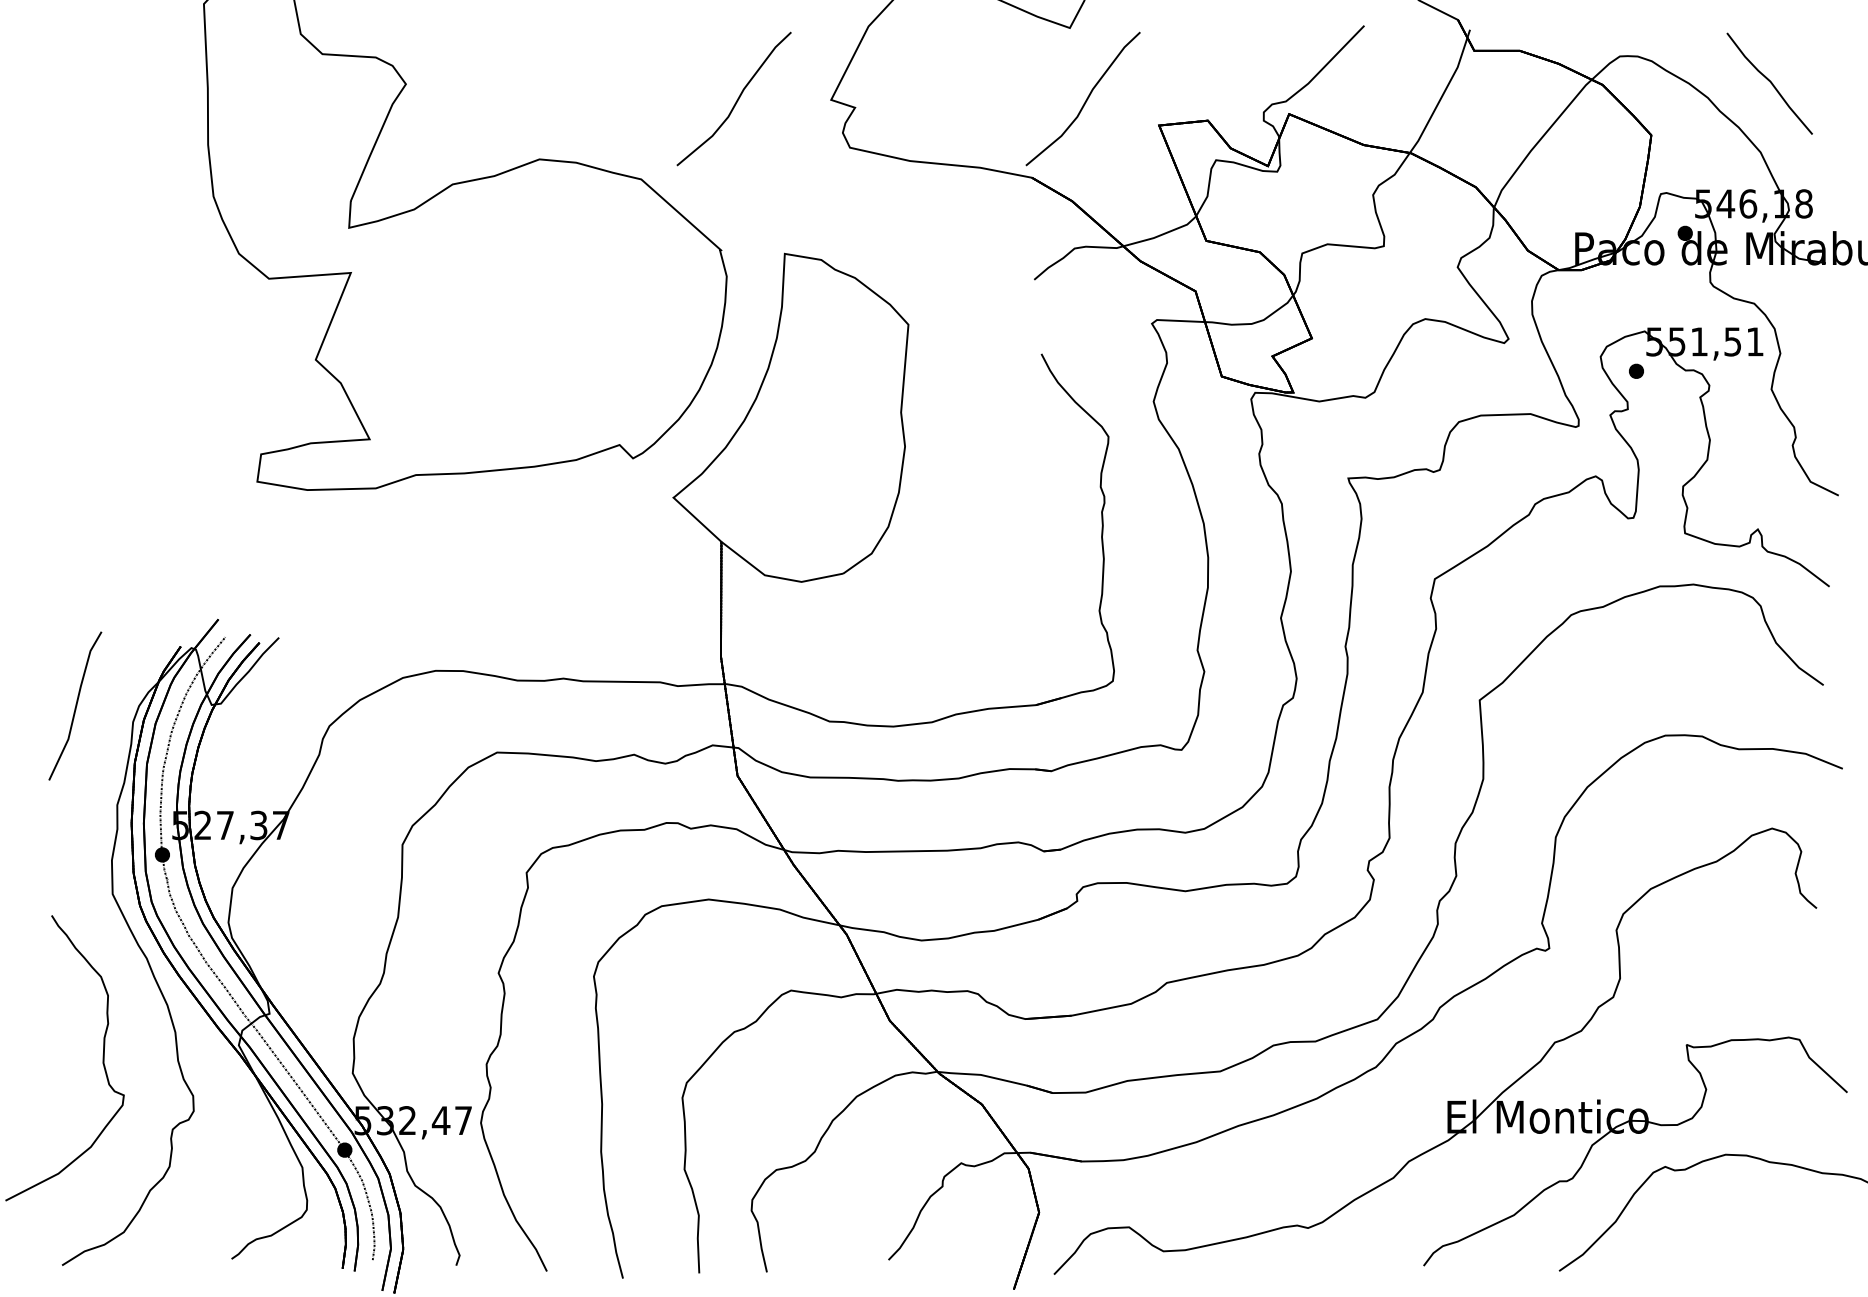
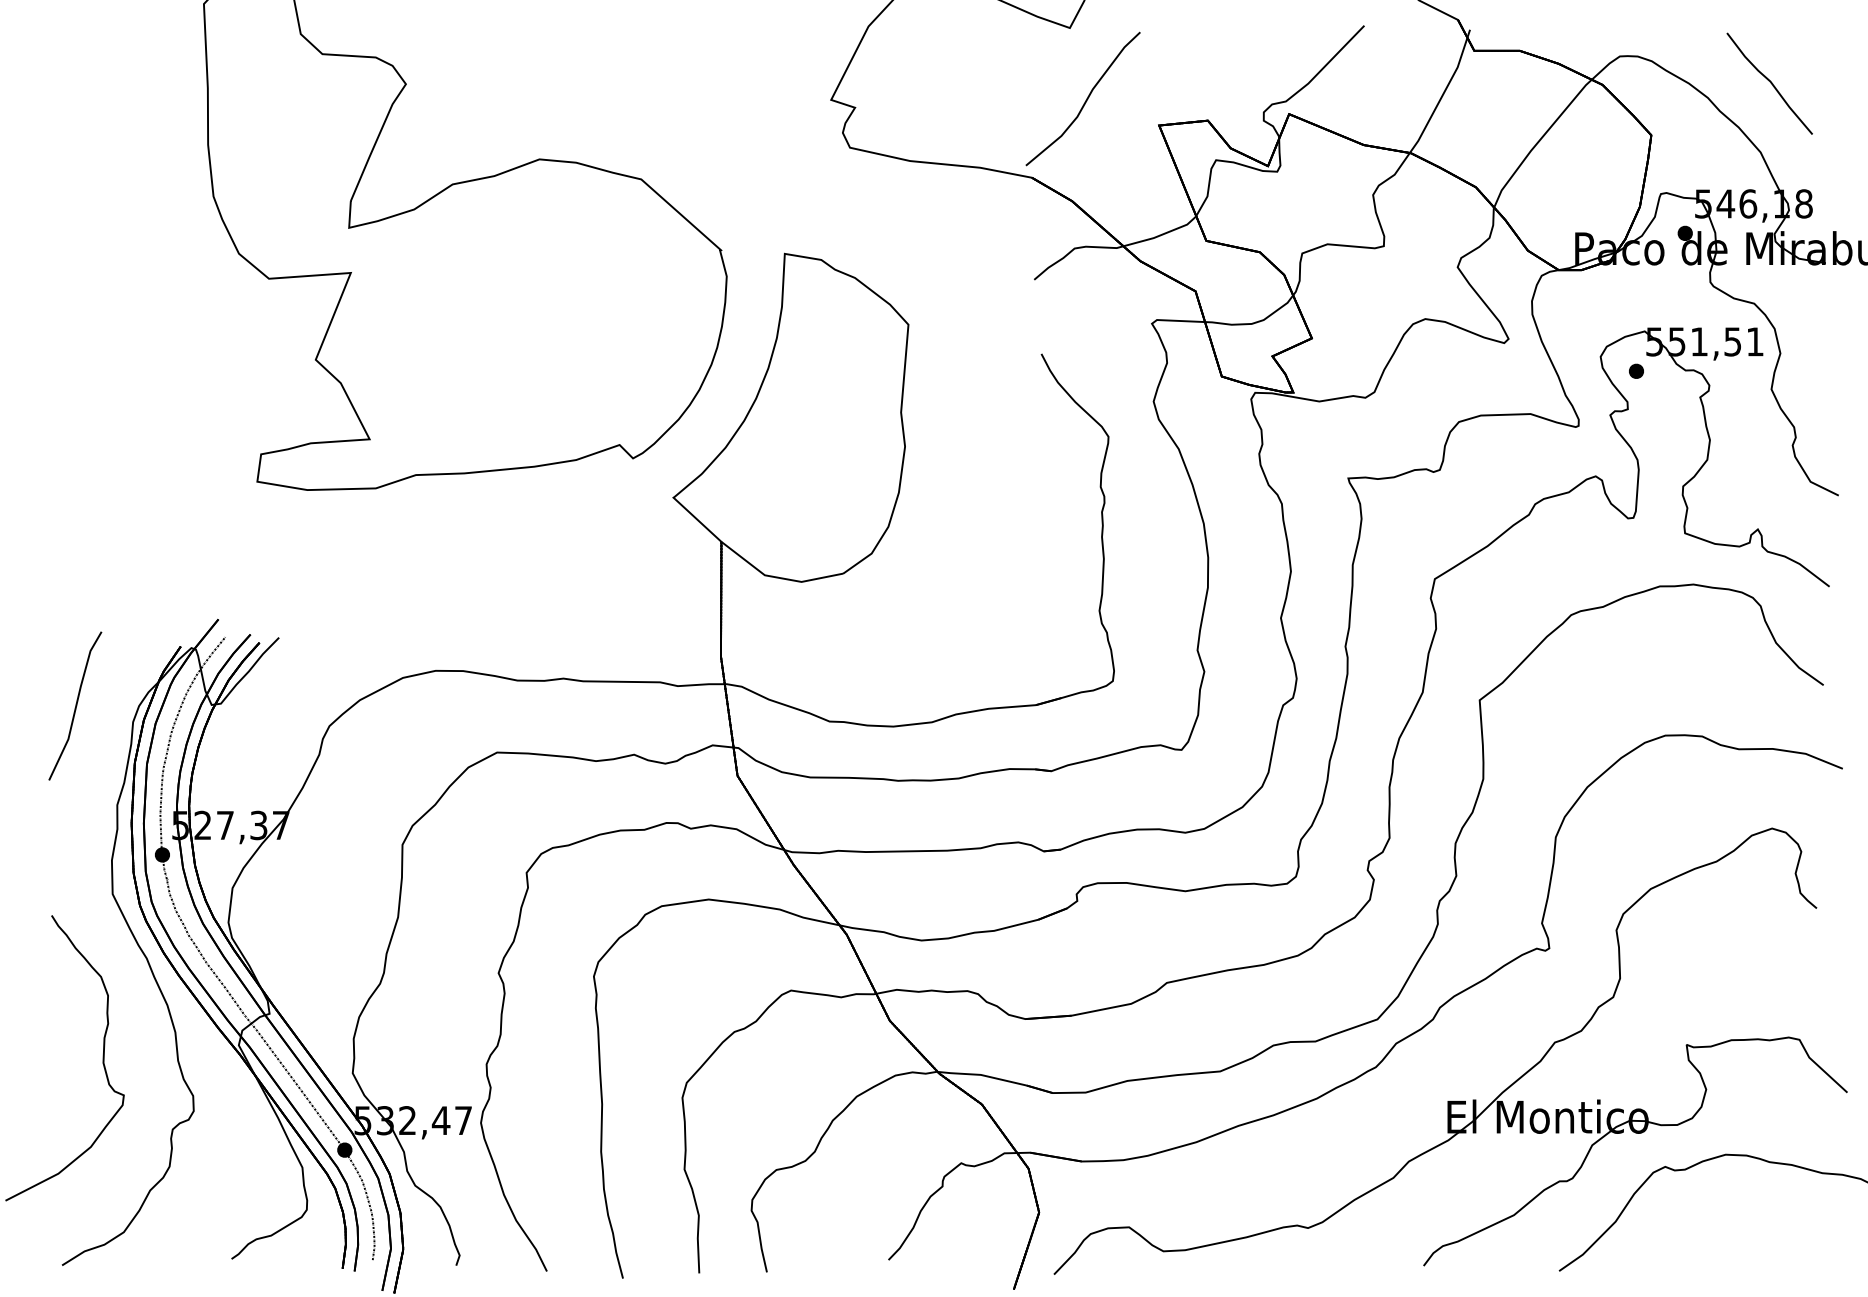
part at (733, 98): present -> none
